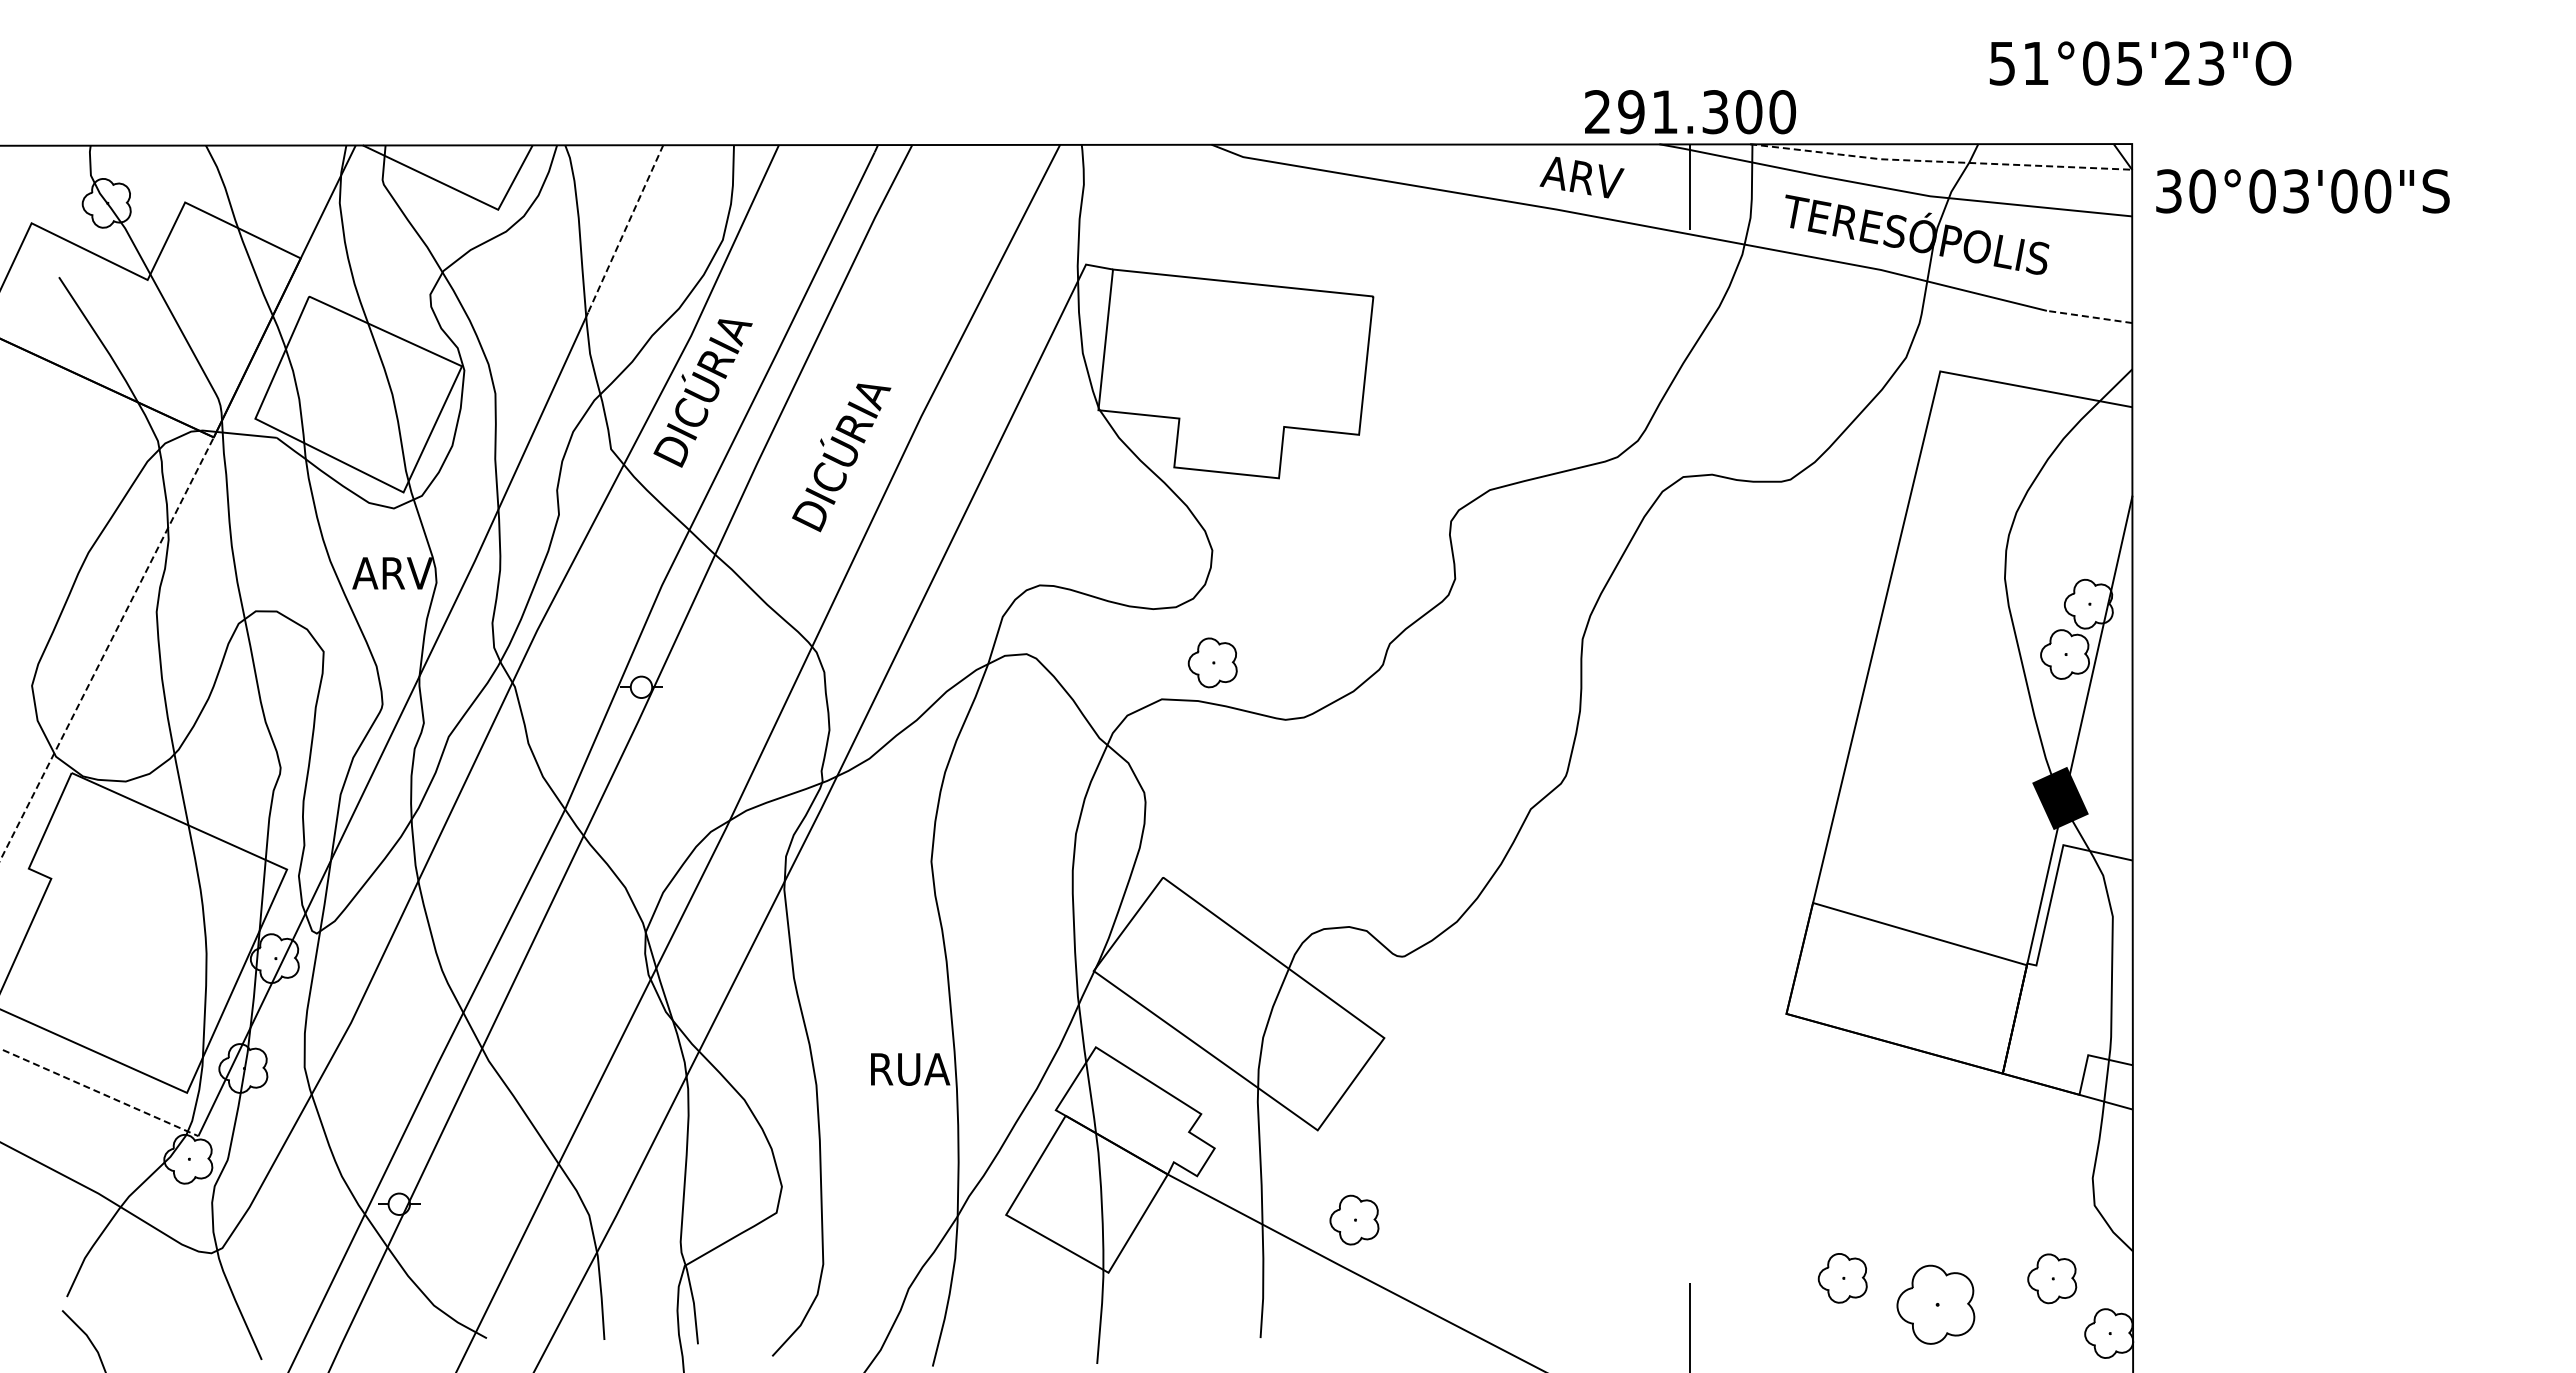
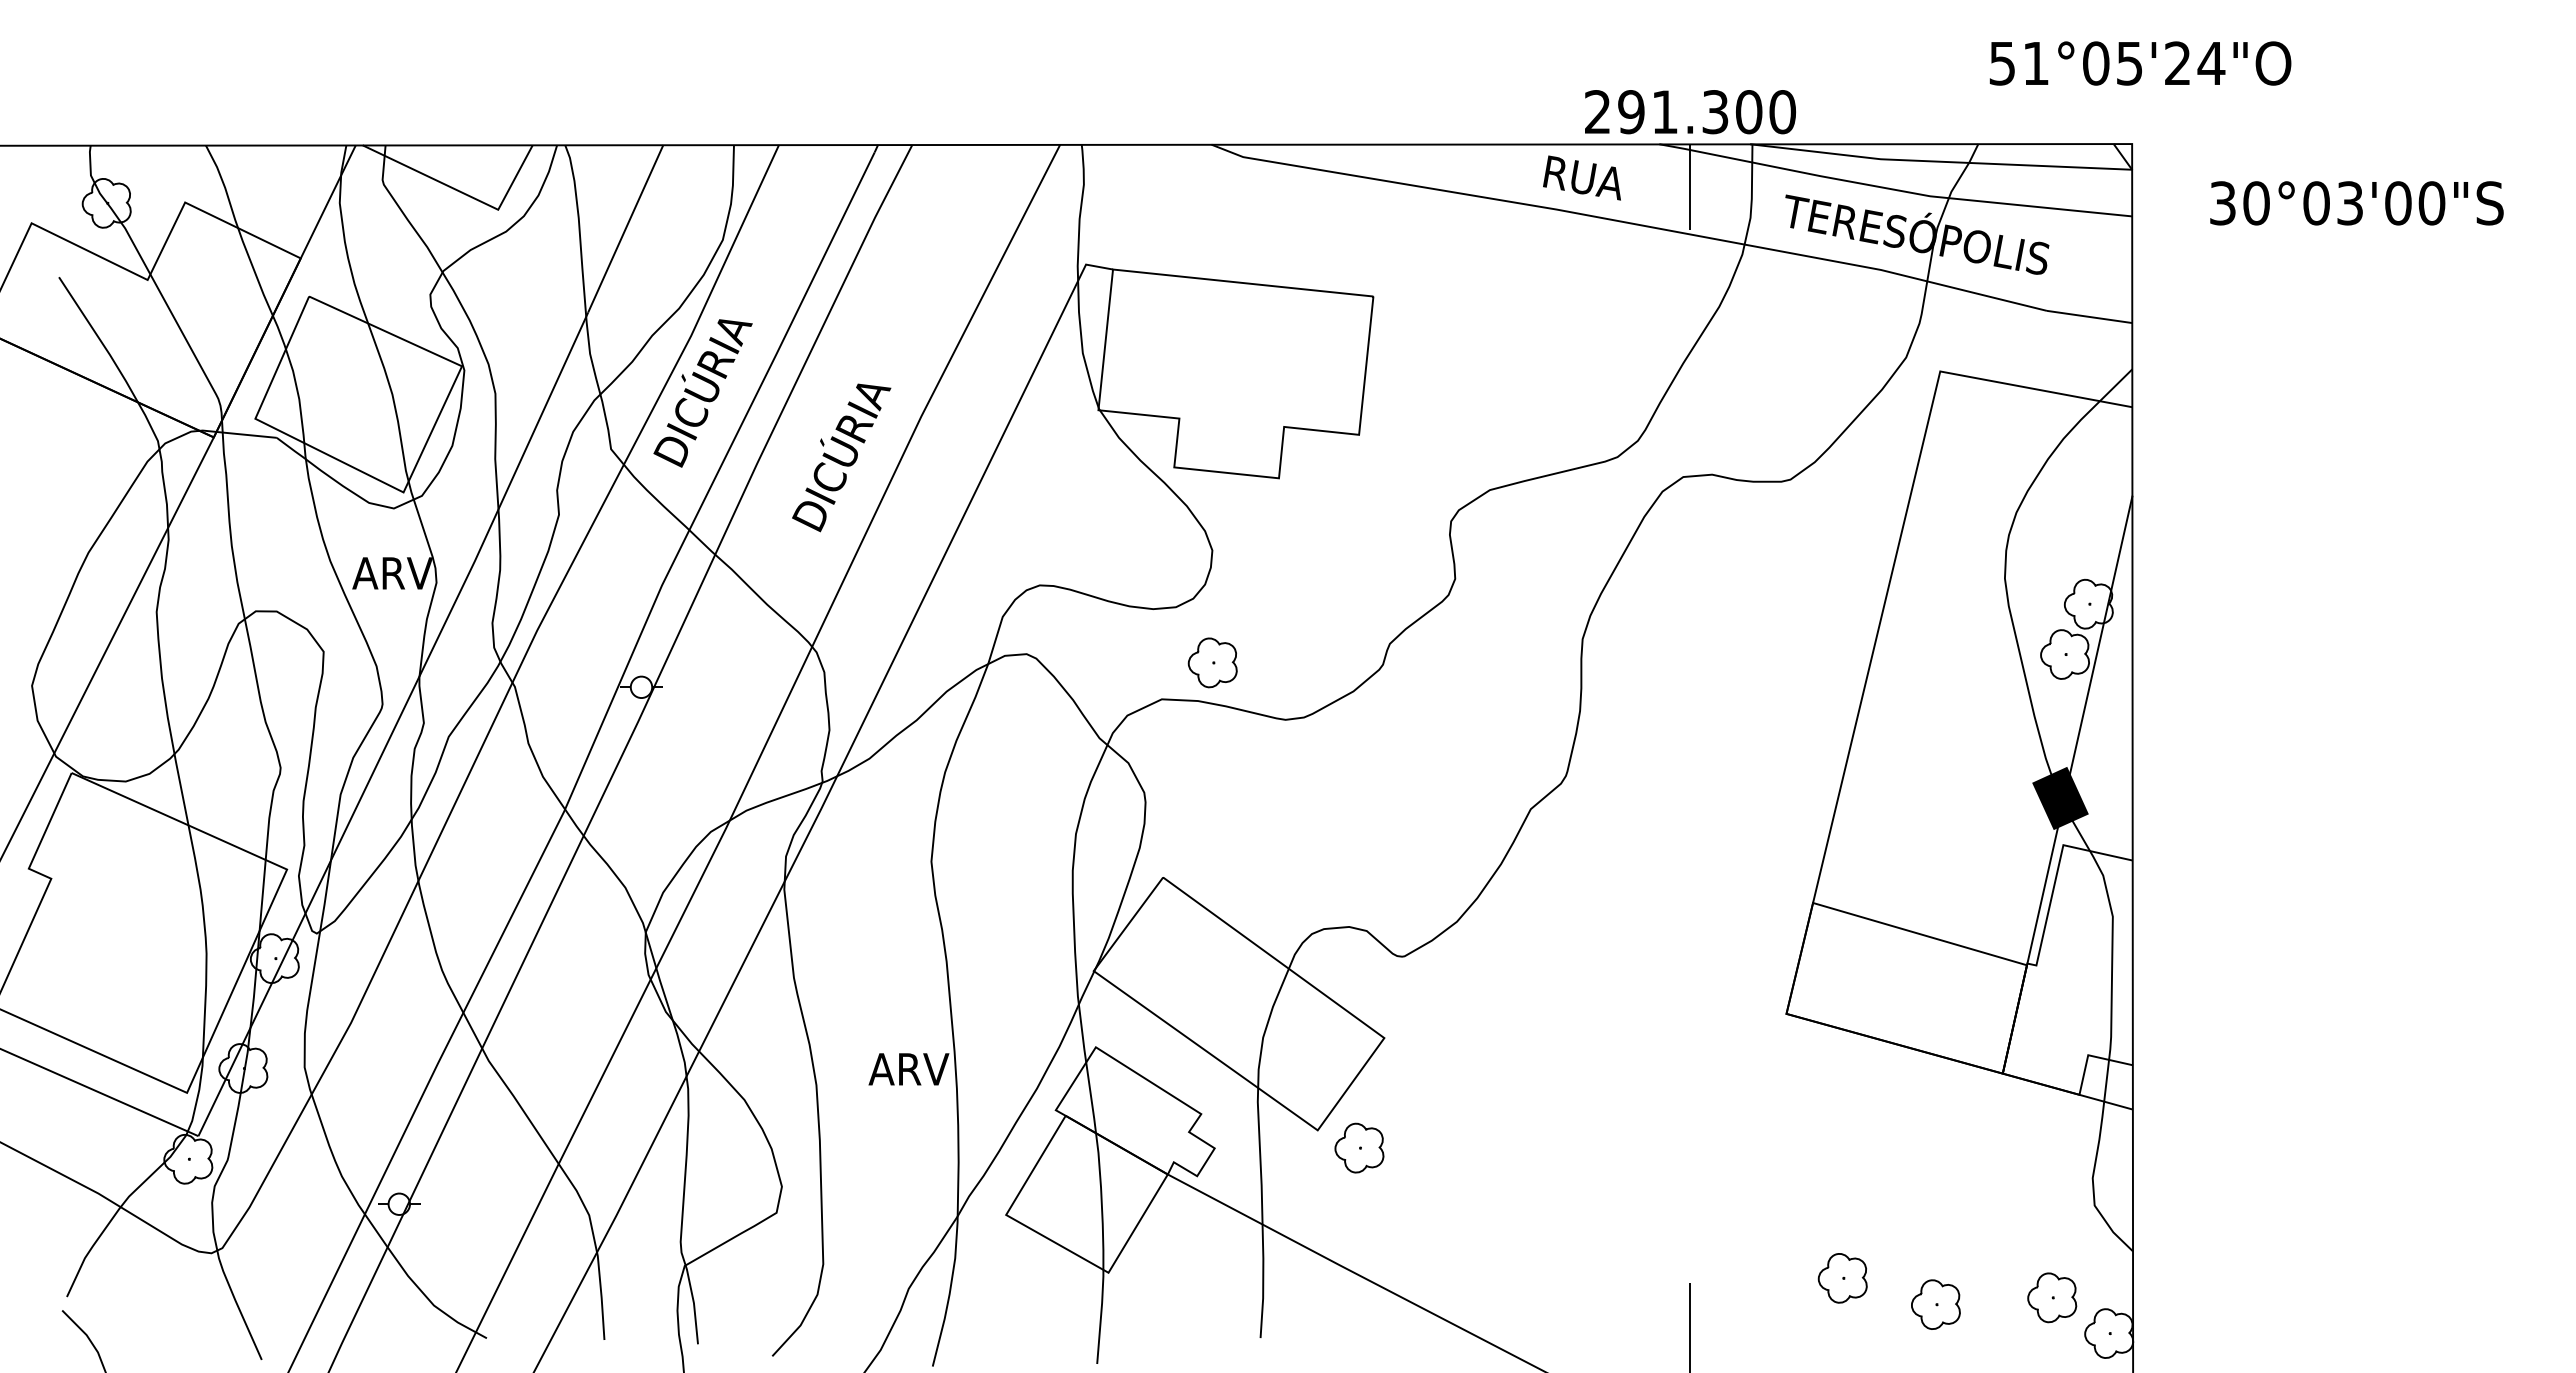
text at (2211, 63): 51°05'23"O -> 51°05'24"O
line at (1940, 161): dashed -> solid
text at (1581, 177): ARV -> RUA
text at (2302, 191) position: (2302, 191) -> (2356, 203)
line at (625, 228): dashed -> solid
line at (2089, 316): dashed -> solid
line at (107, 648): dashed -> solid
text at (909, 1069): RUA -> ARV
line at (99, 1092): dashed -> solid
part at (1354, 1219) position: (1354, 1219) -> (1359, 1147)
part at (2052, 1278) position: (2052, 1278) -> (2052, 1297)
part at (1935, 1304) size: 80x81 px -> 50x51 px
